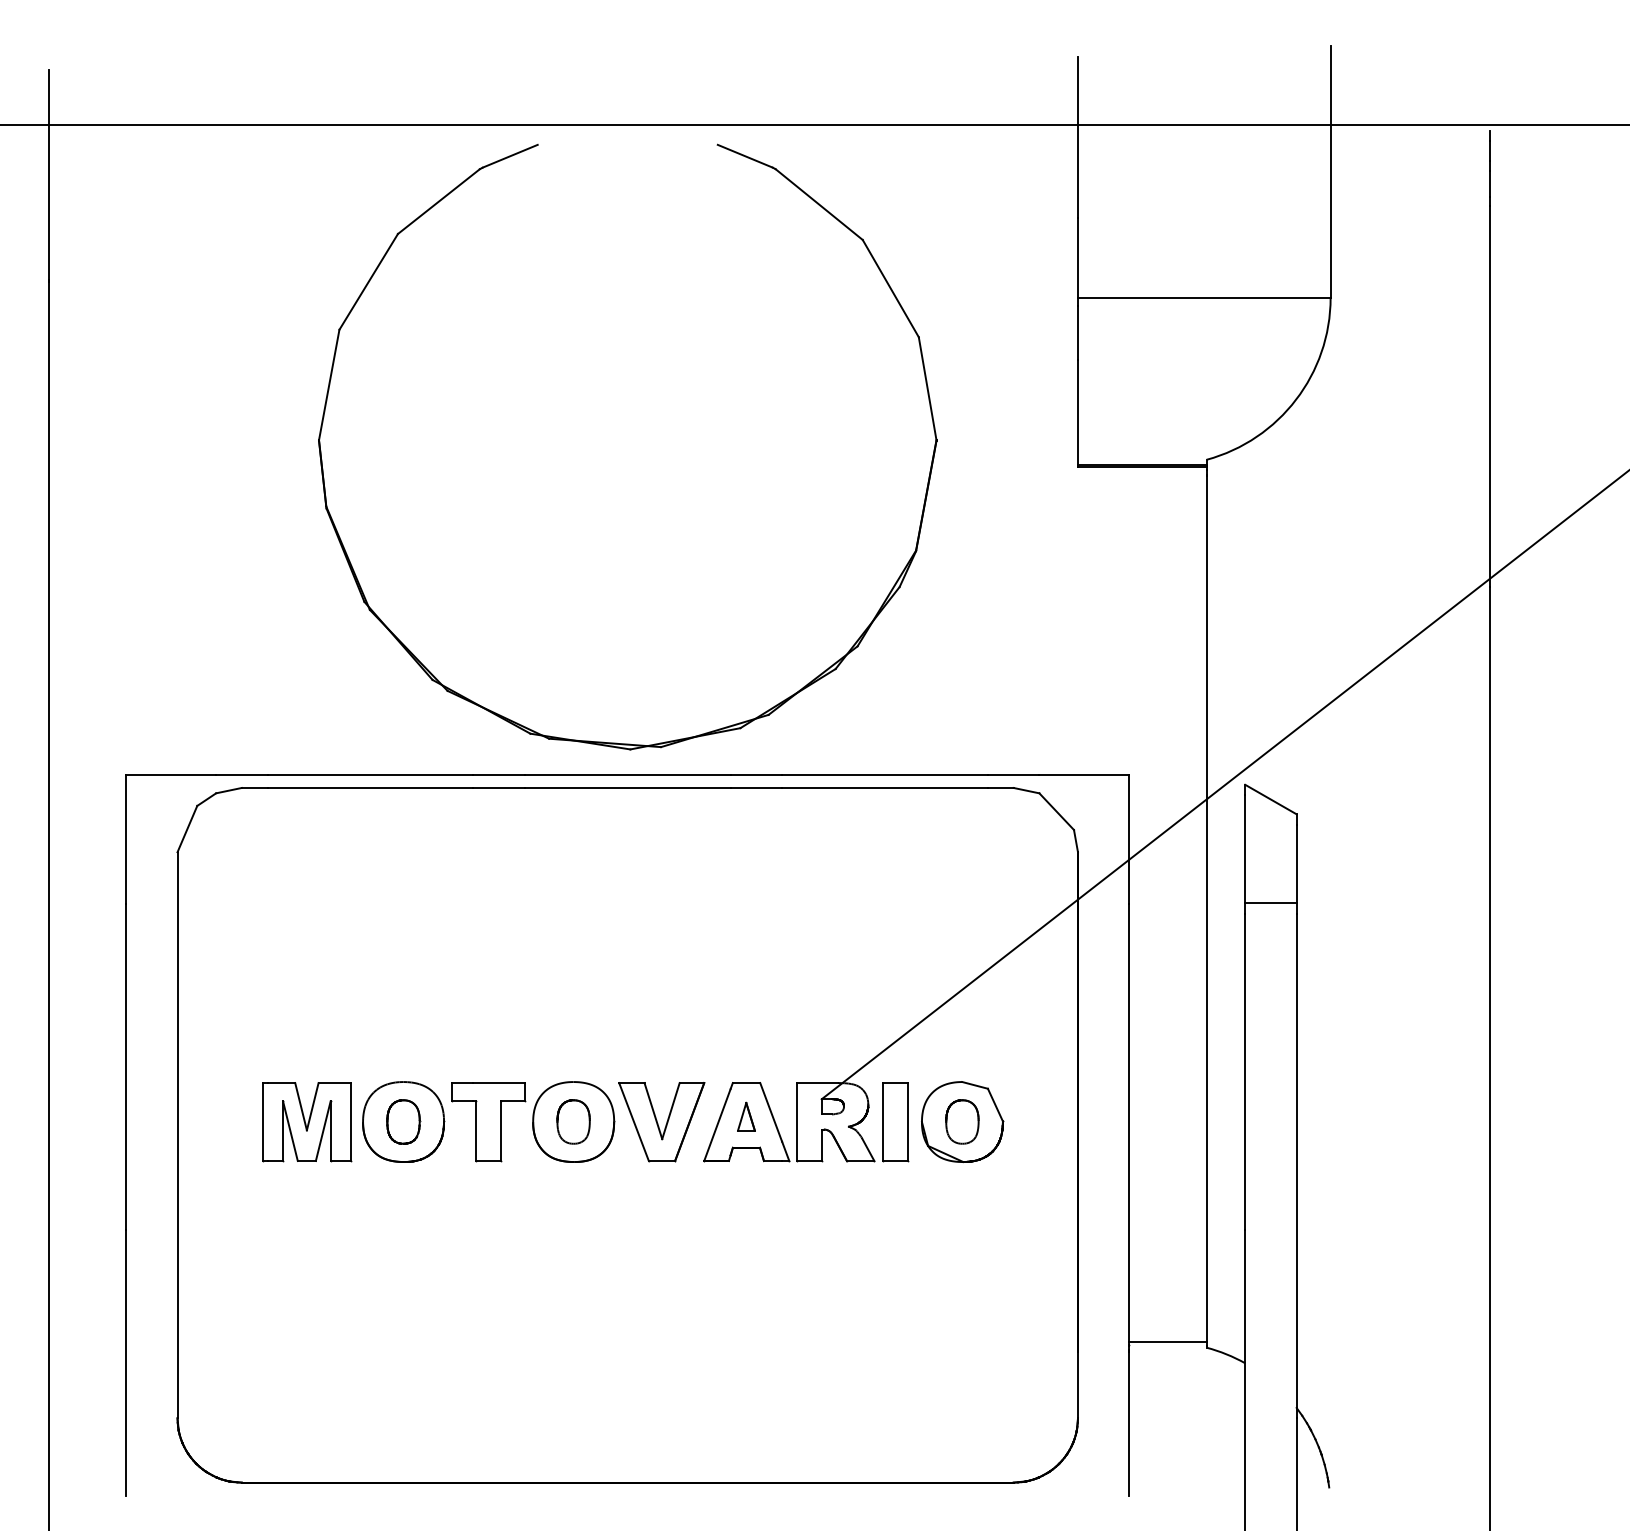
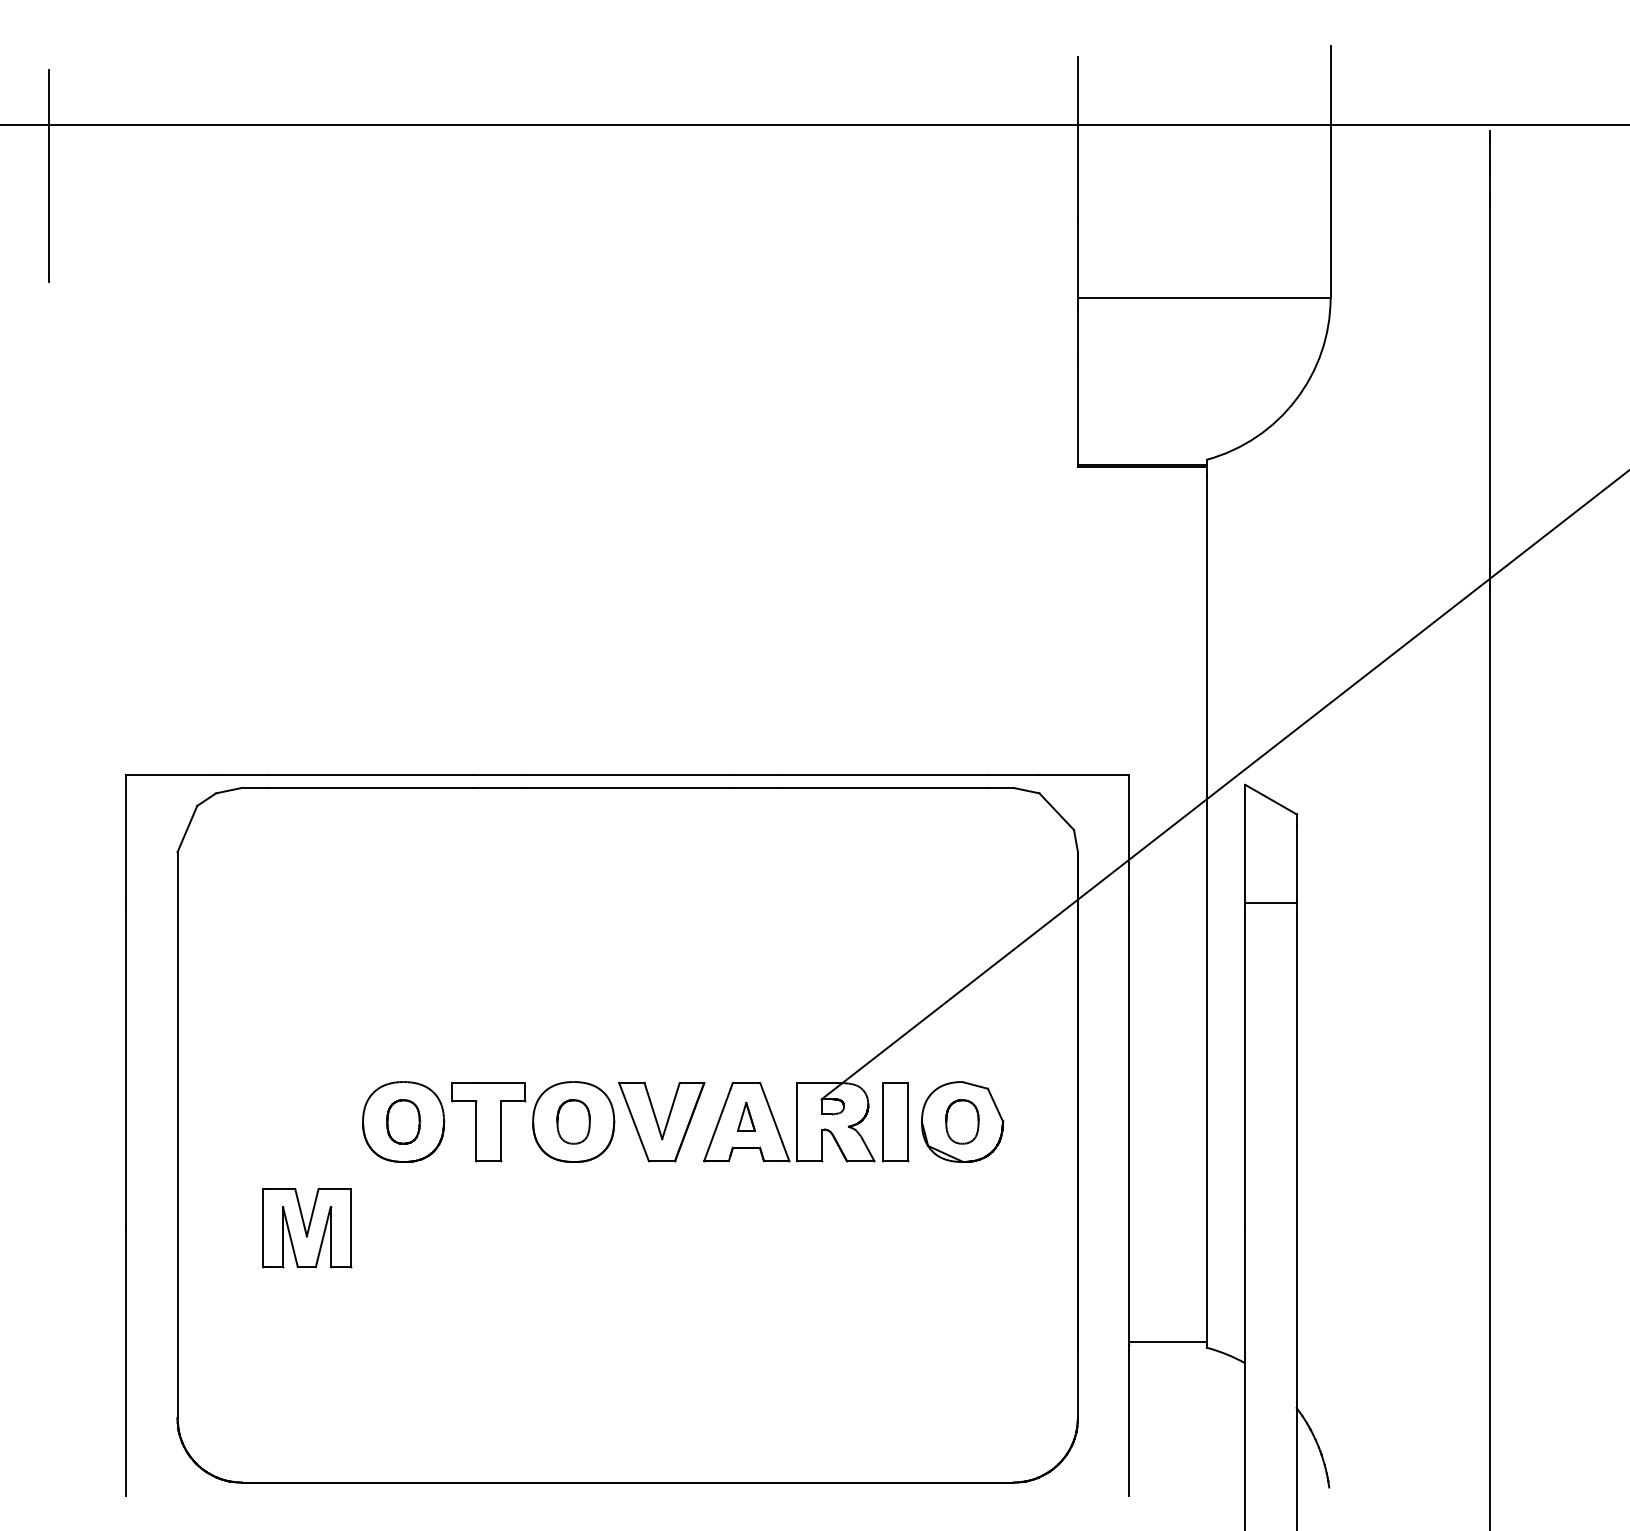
part at (603, 741): present -> none
line at (48, 904): present -> none
part at (307, 1122) position: (307, 1122) -> (307, 1228)
